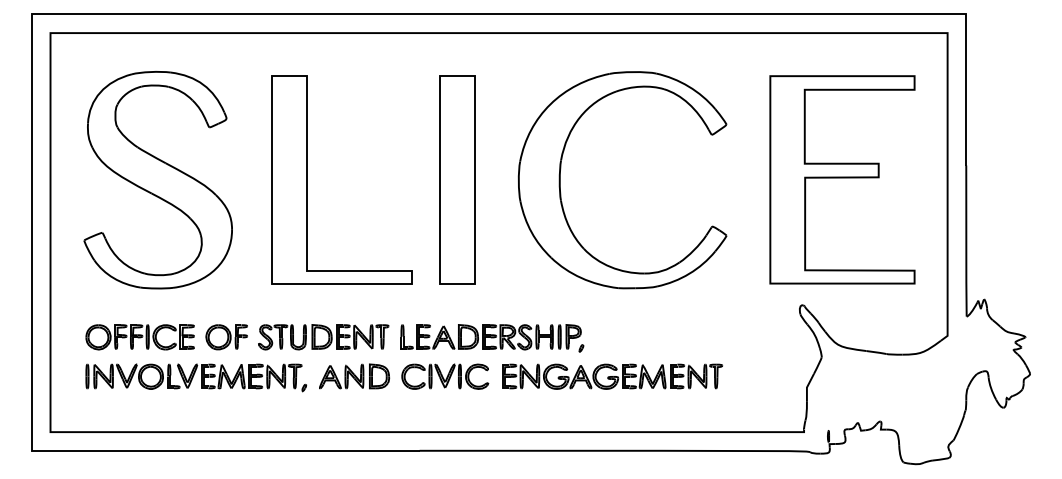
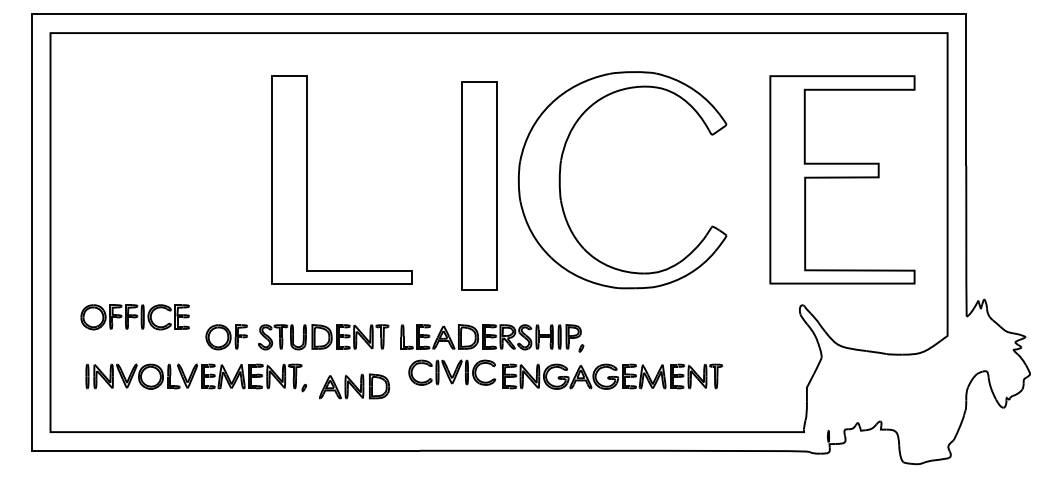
part at (457, 179) position: (457, 179) -> (479, 185)
part at (157, 180): present -> none
part at (139, 337) position: (139, 337) -> (134, 317)
part at (354, 376) position: (354, 376) -> (354, 386)
part at (445, 376) position: (445, 376) -> (452, 372)
